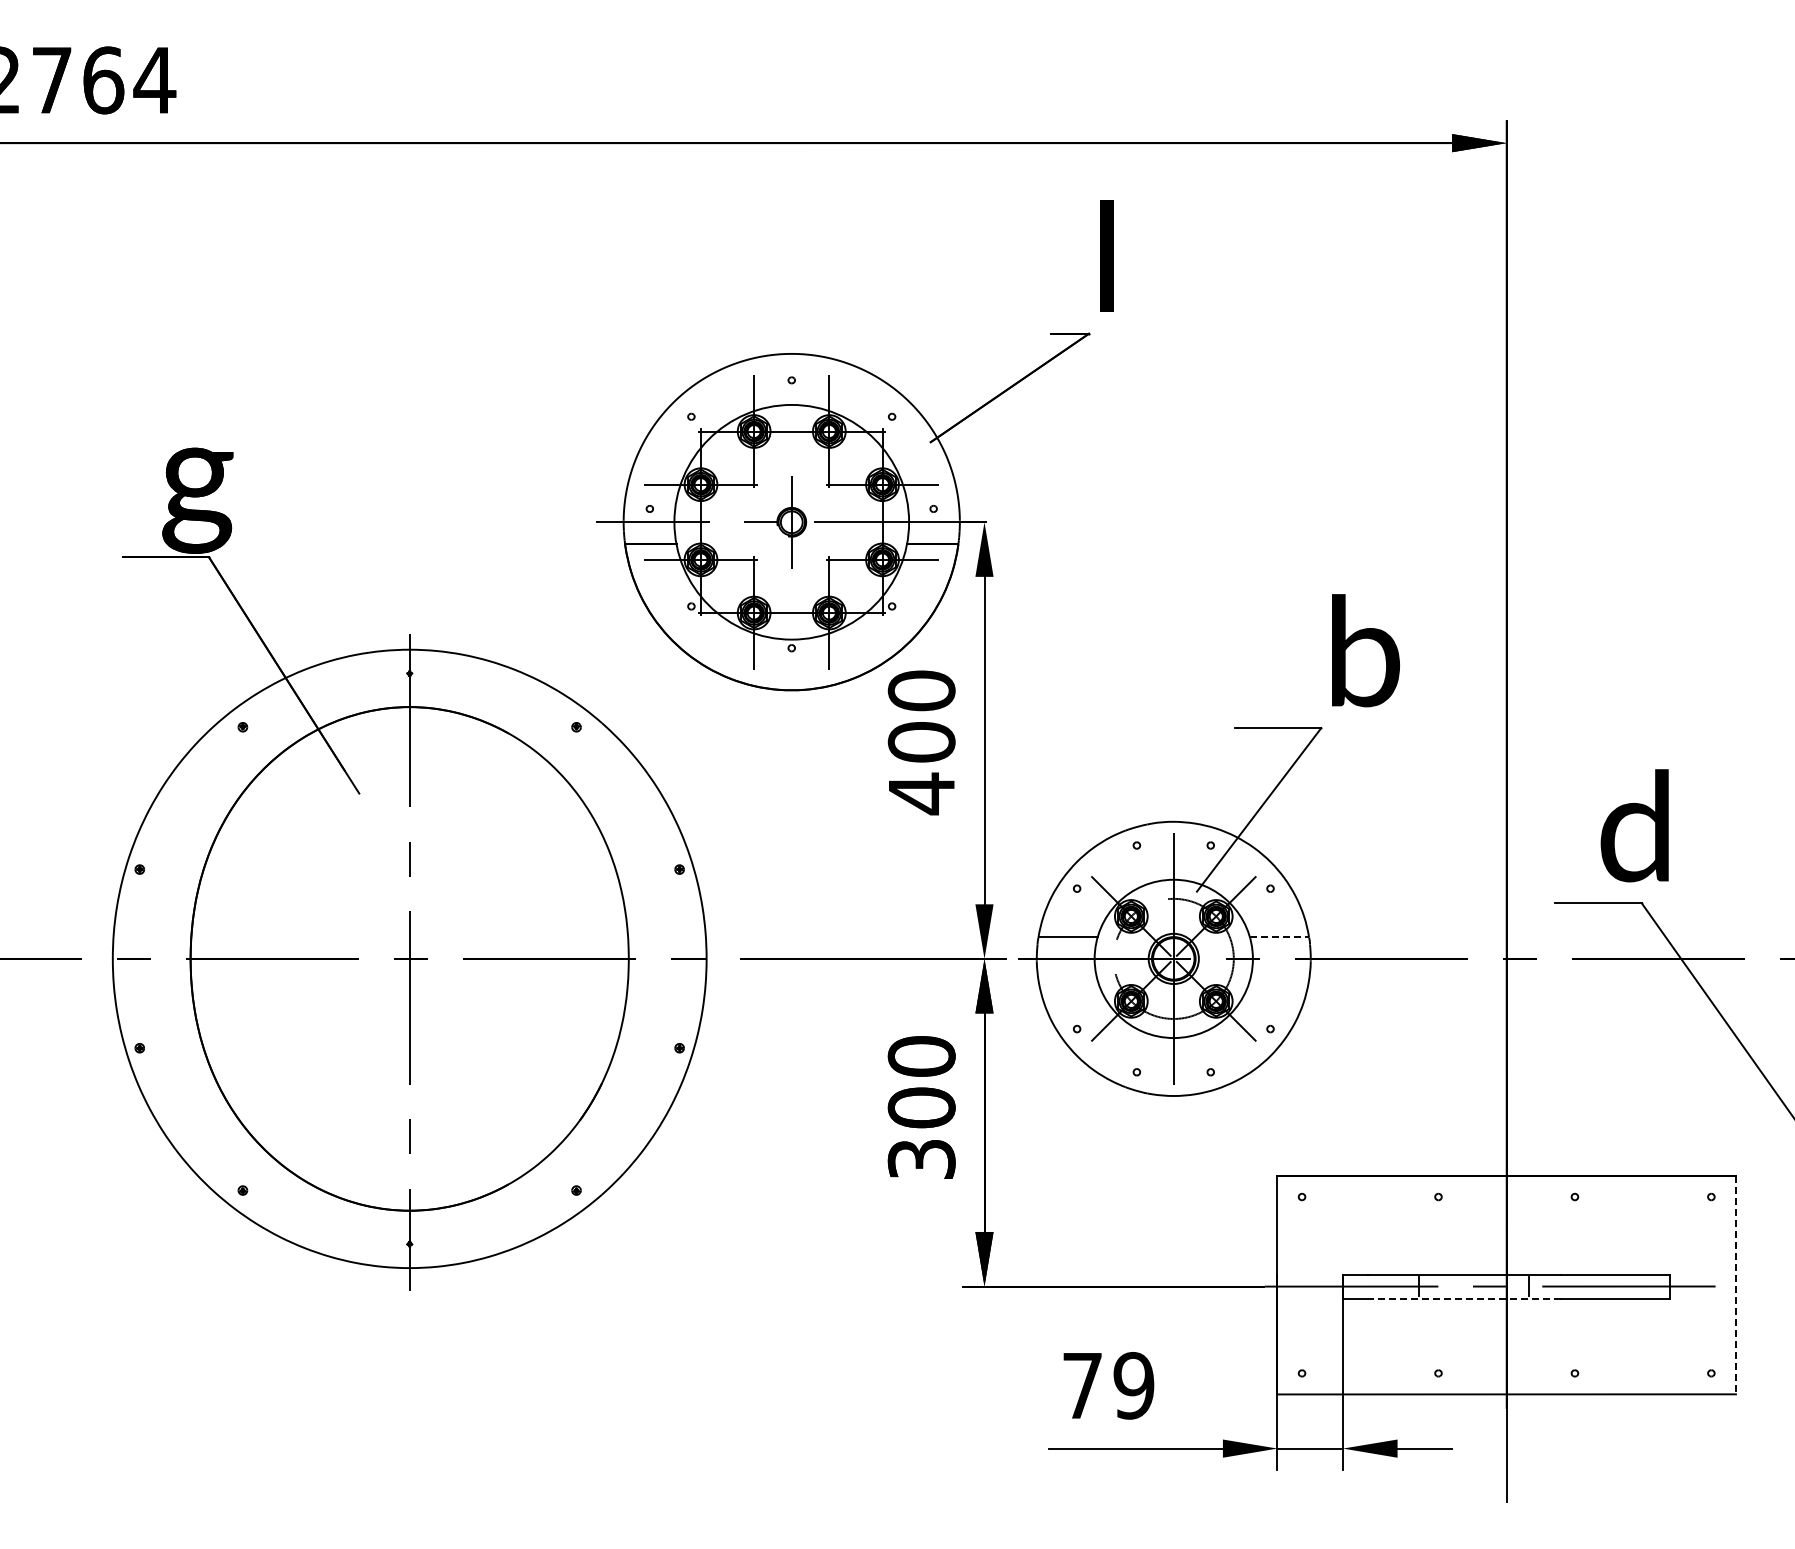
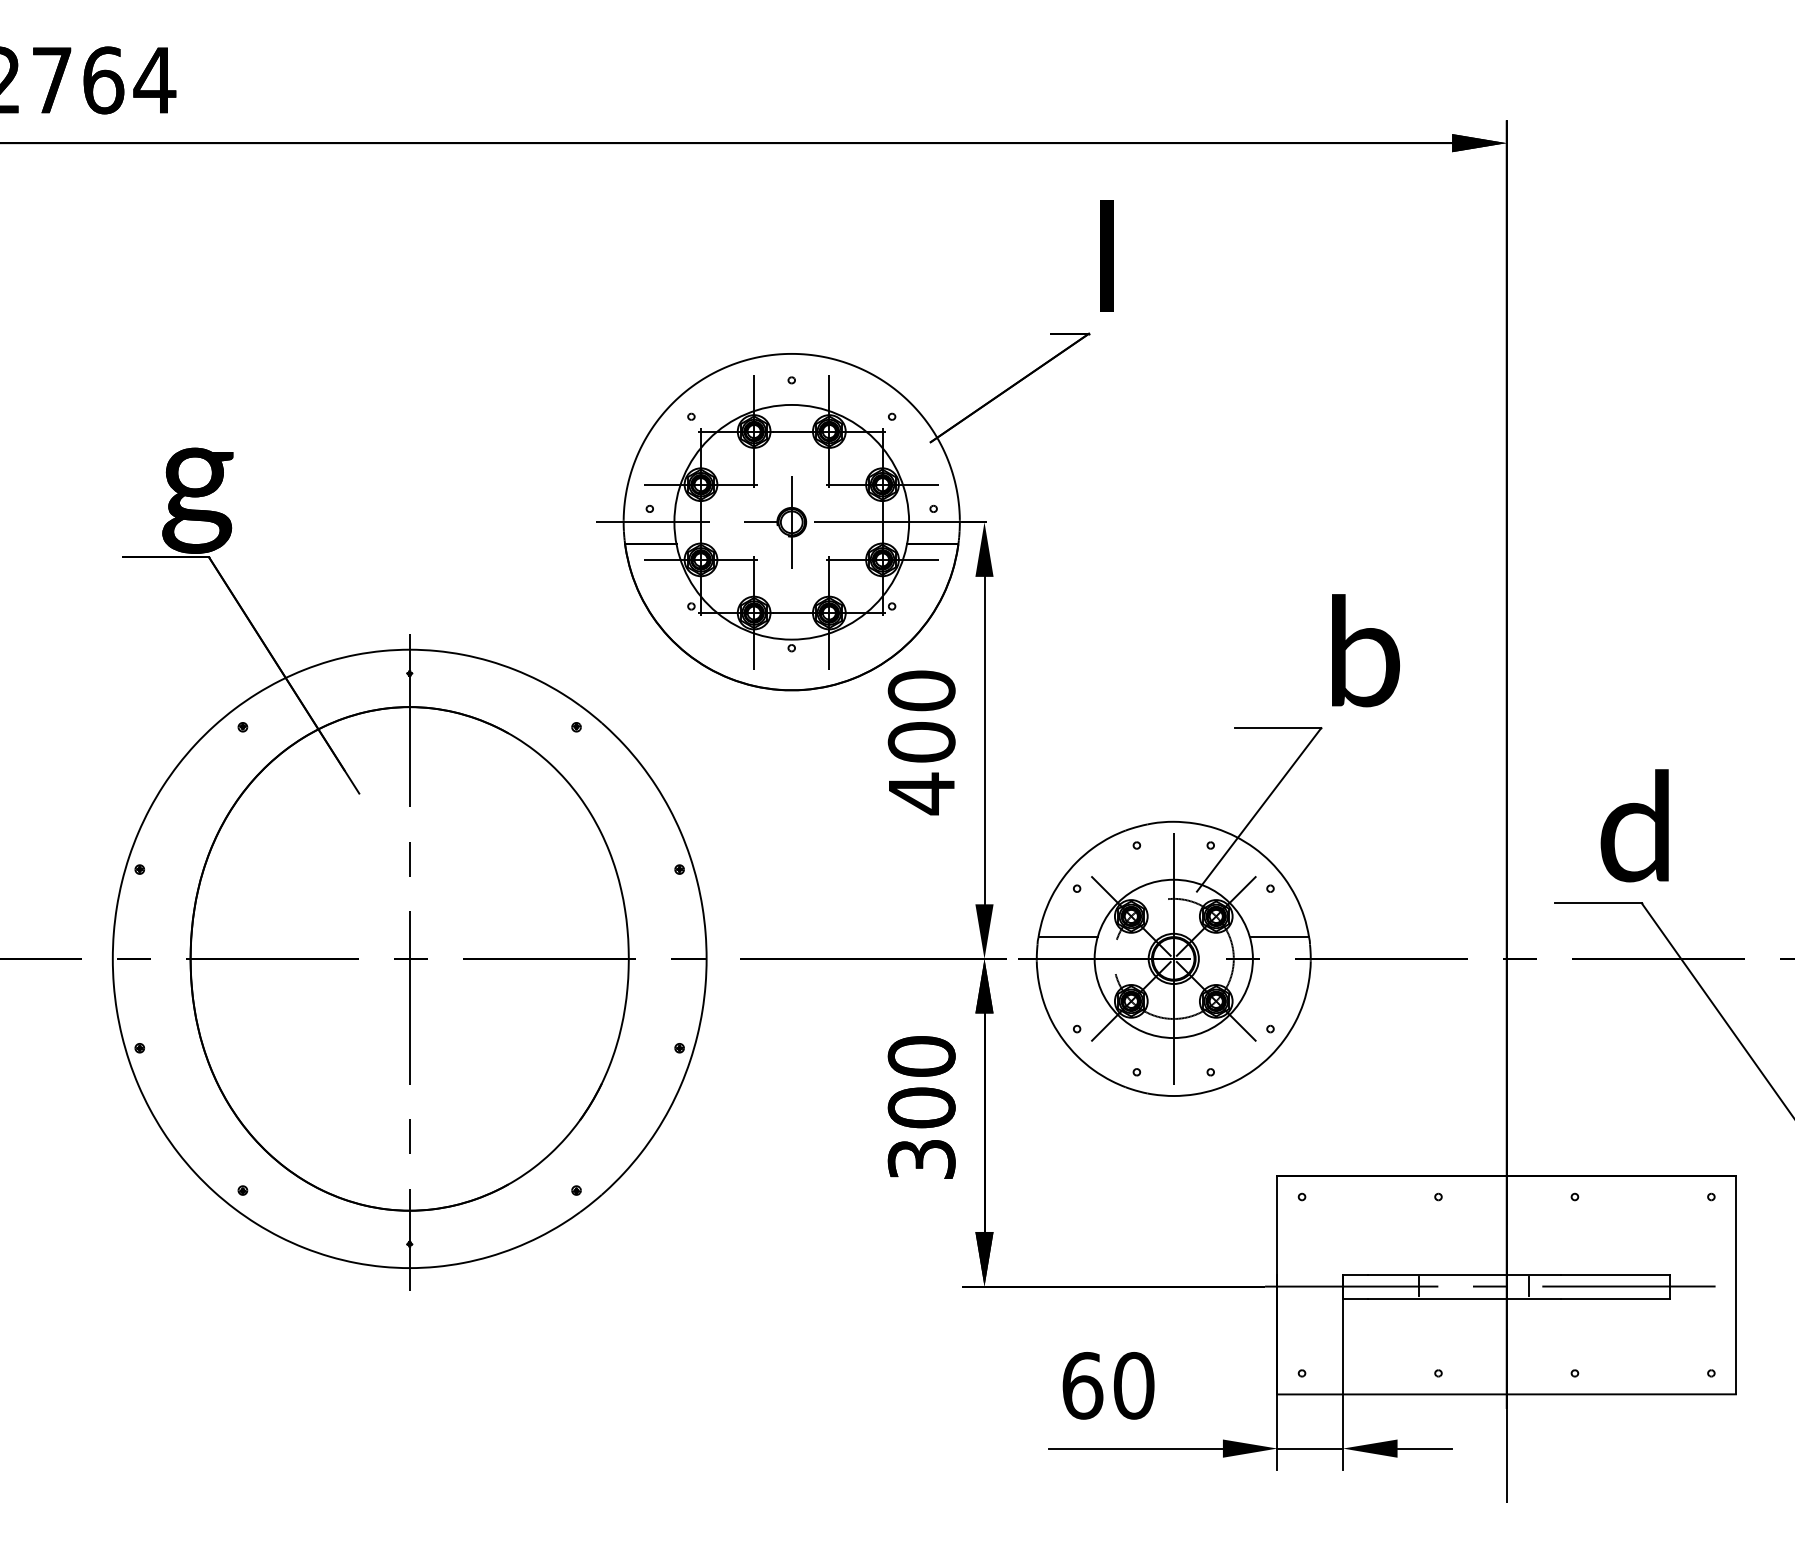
line at (1279, 937): dashed -> solid
line at (1735, 1285): dashed -> solid
line at (1463, 1298): dashed -> solid
text at (1108, 1385): 79 -> 60
